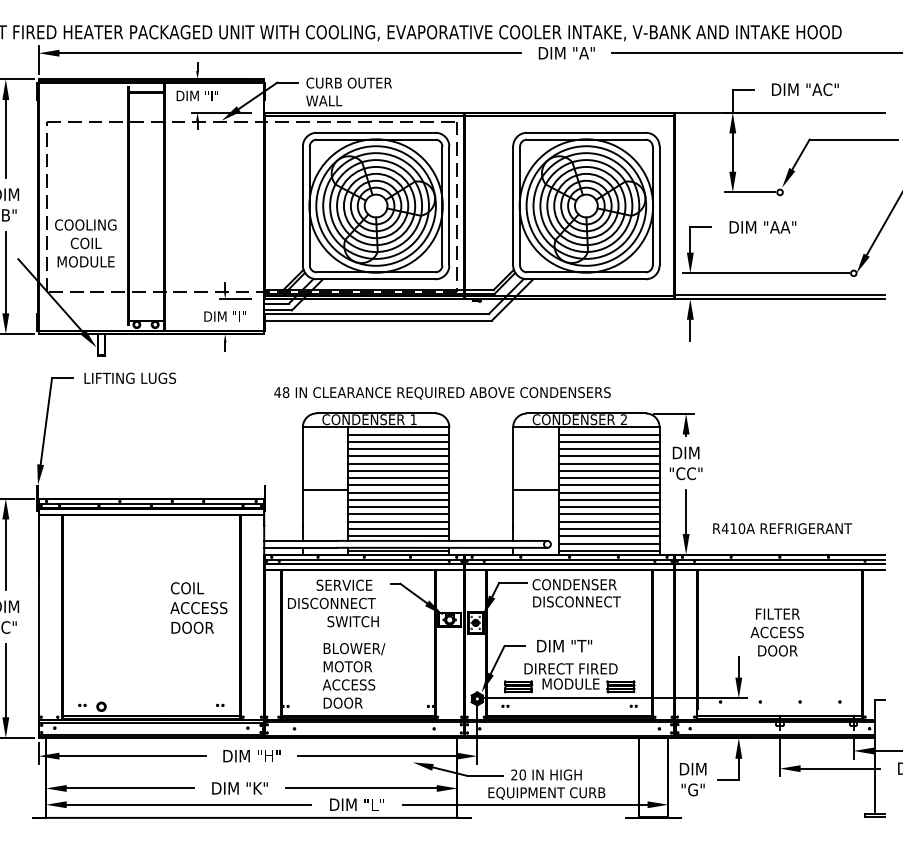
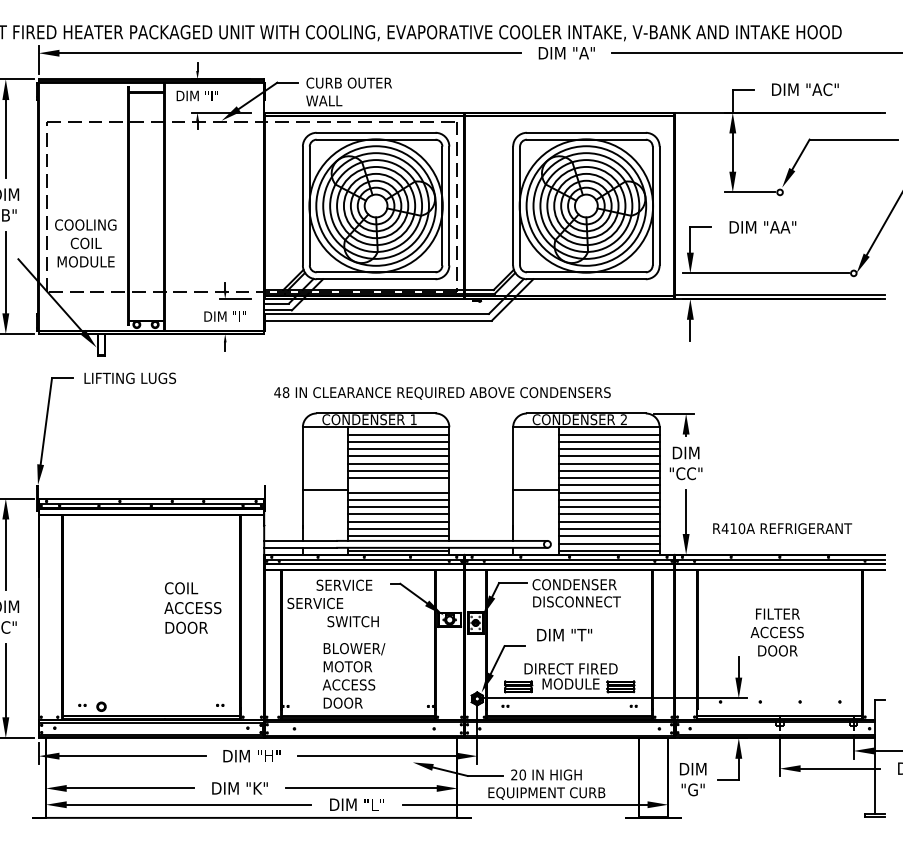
line at (398, 485): present -> none
text at (331, 603): DISCONNECT -> SERVICE
text at (198, 607) position: (198, 607) -> (192, 607)
text at (564, 646) position: (564, 646) -> (564, 635)
